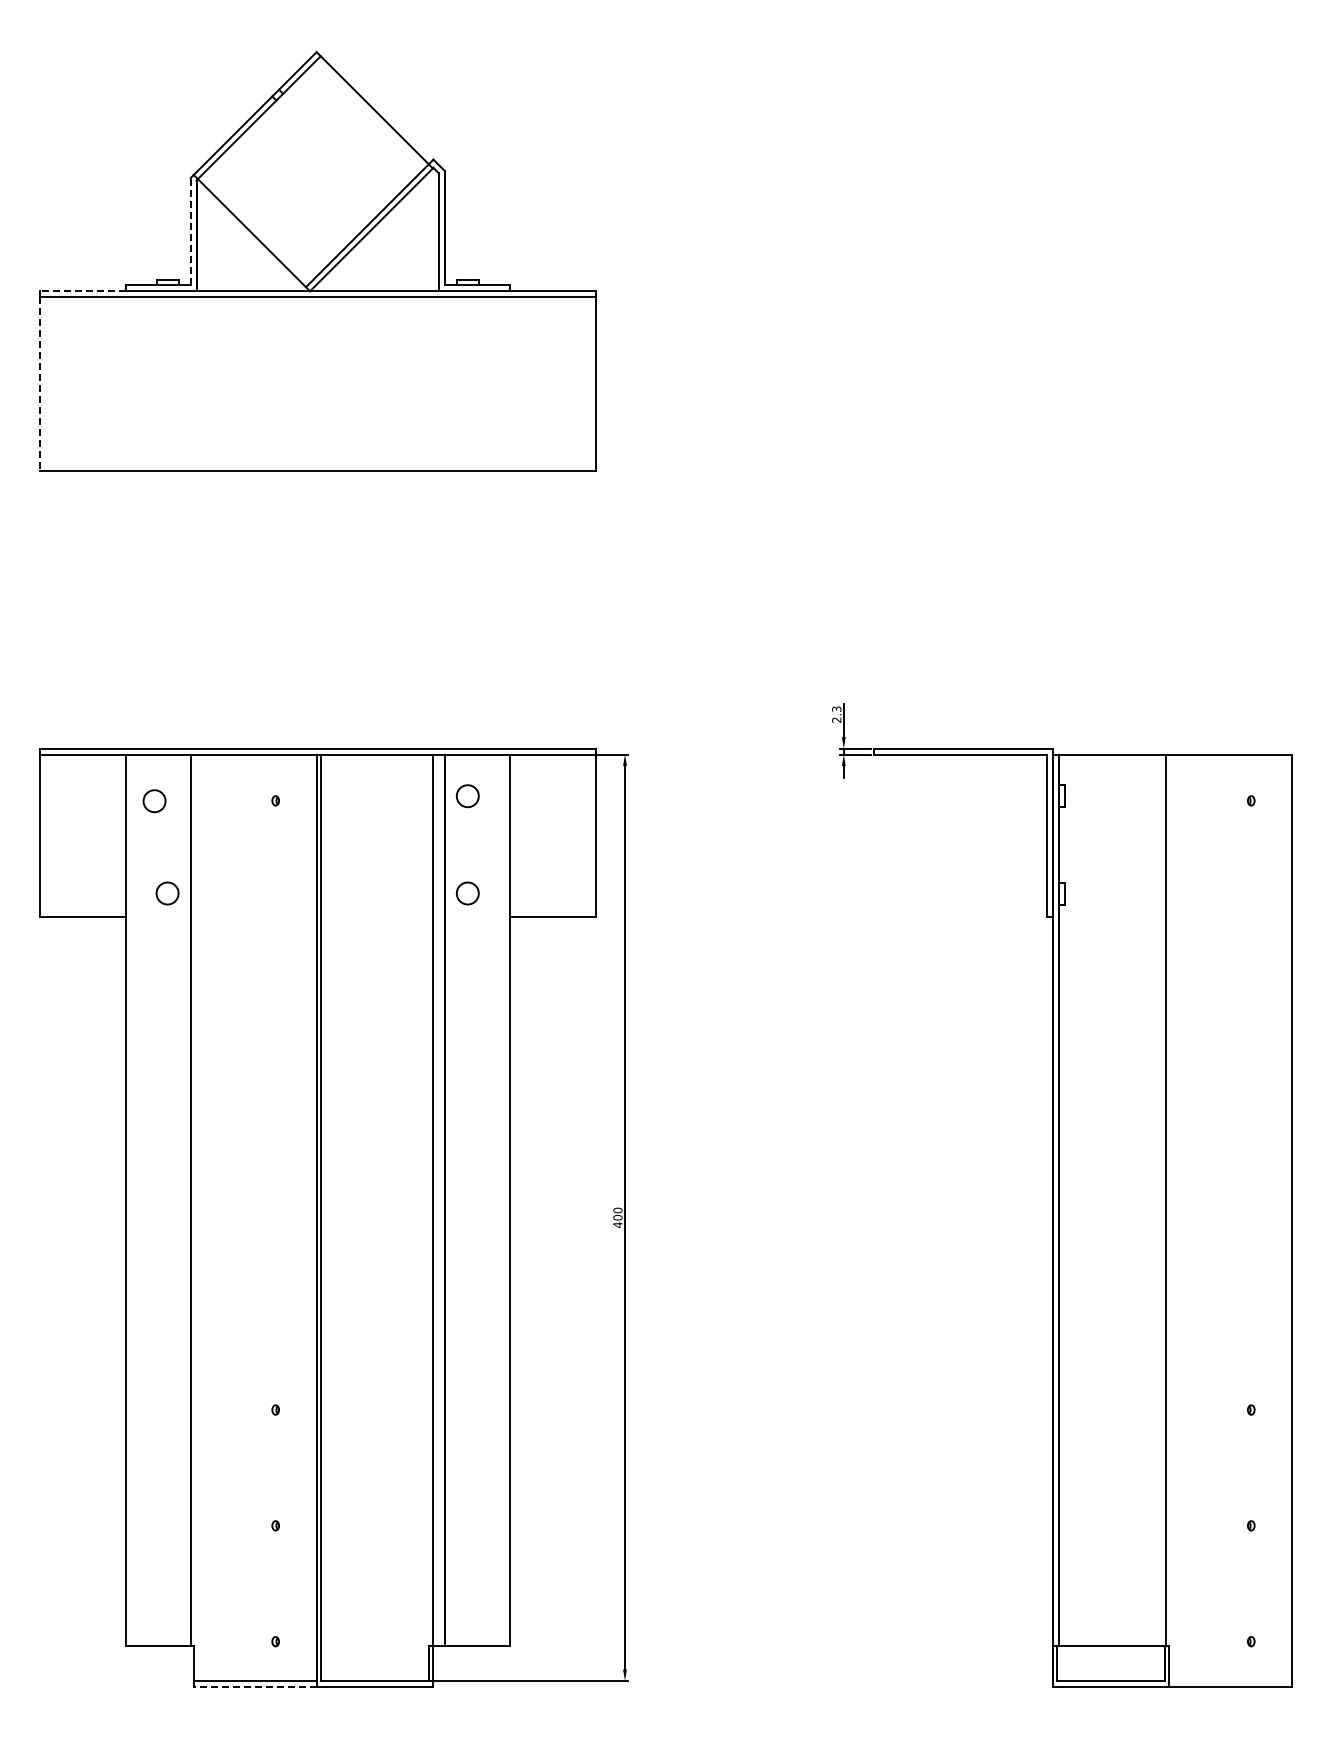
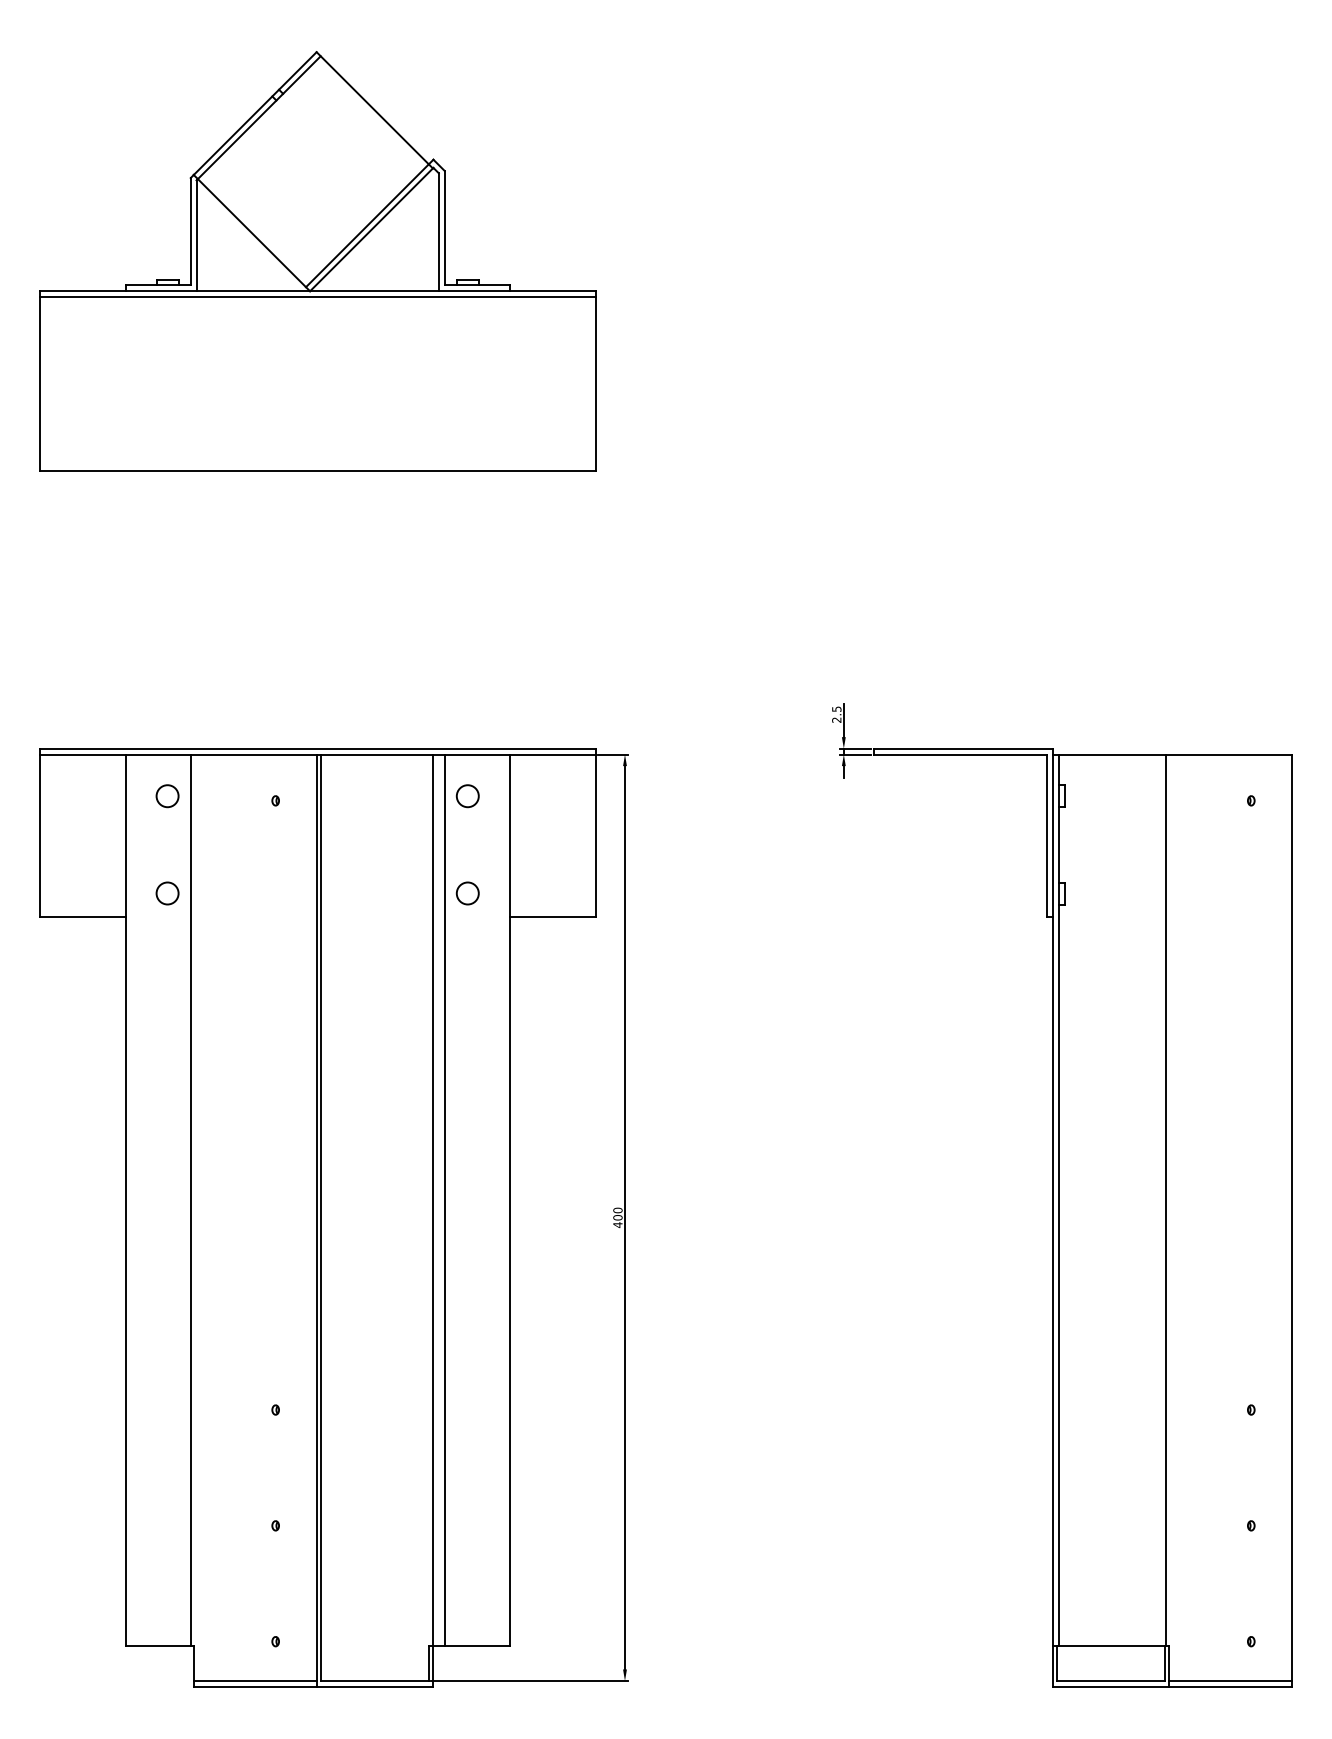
line at (190, 231): dashed -> solid
line at (82, 291): dashed -> solid
line at (39, 383): dashed -> solid
text at (836, 708): 2.3 -> 2.5
circle at (154, 801) position: (154, 801) -> (167, 796)
line at (1230, 1681): none -> present
line at (254, 1686): dashed -> solid
